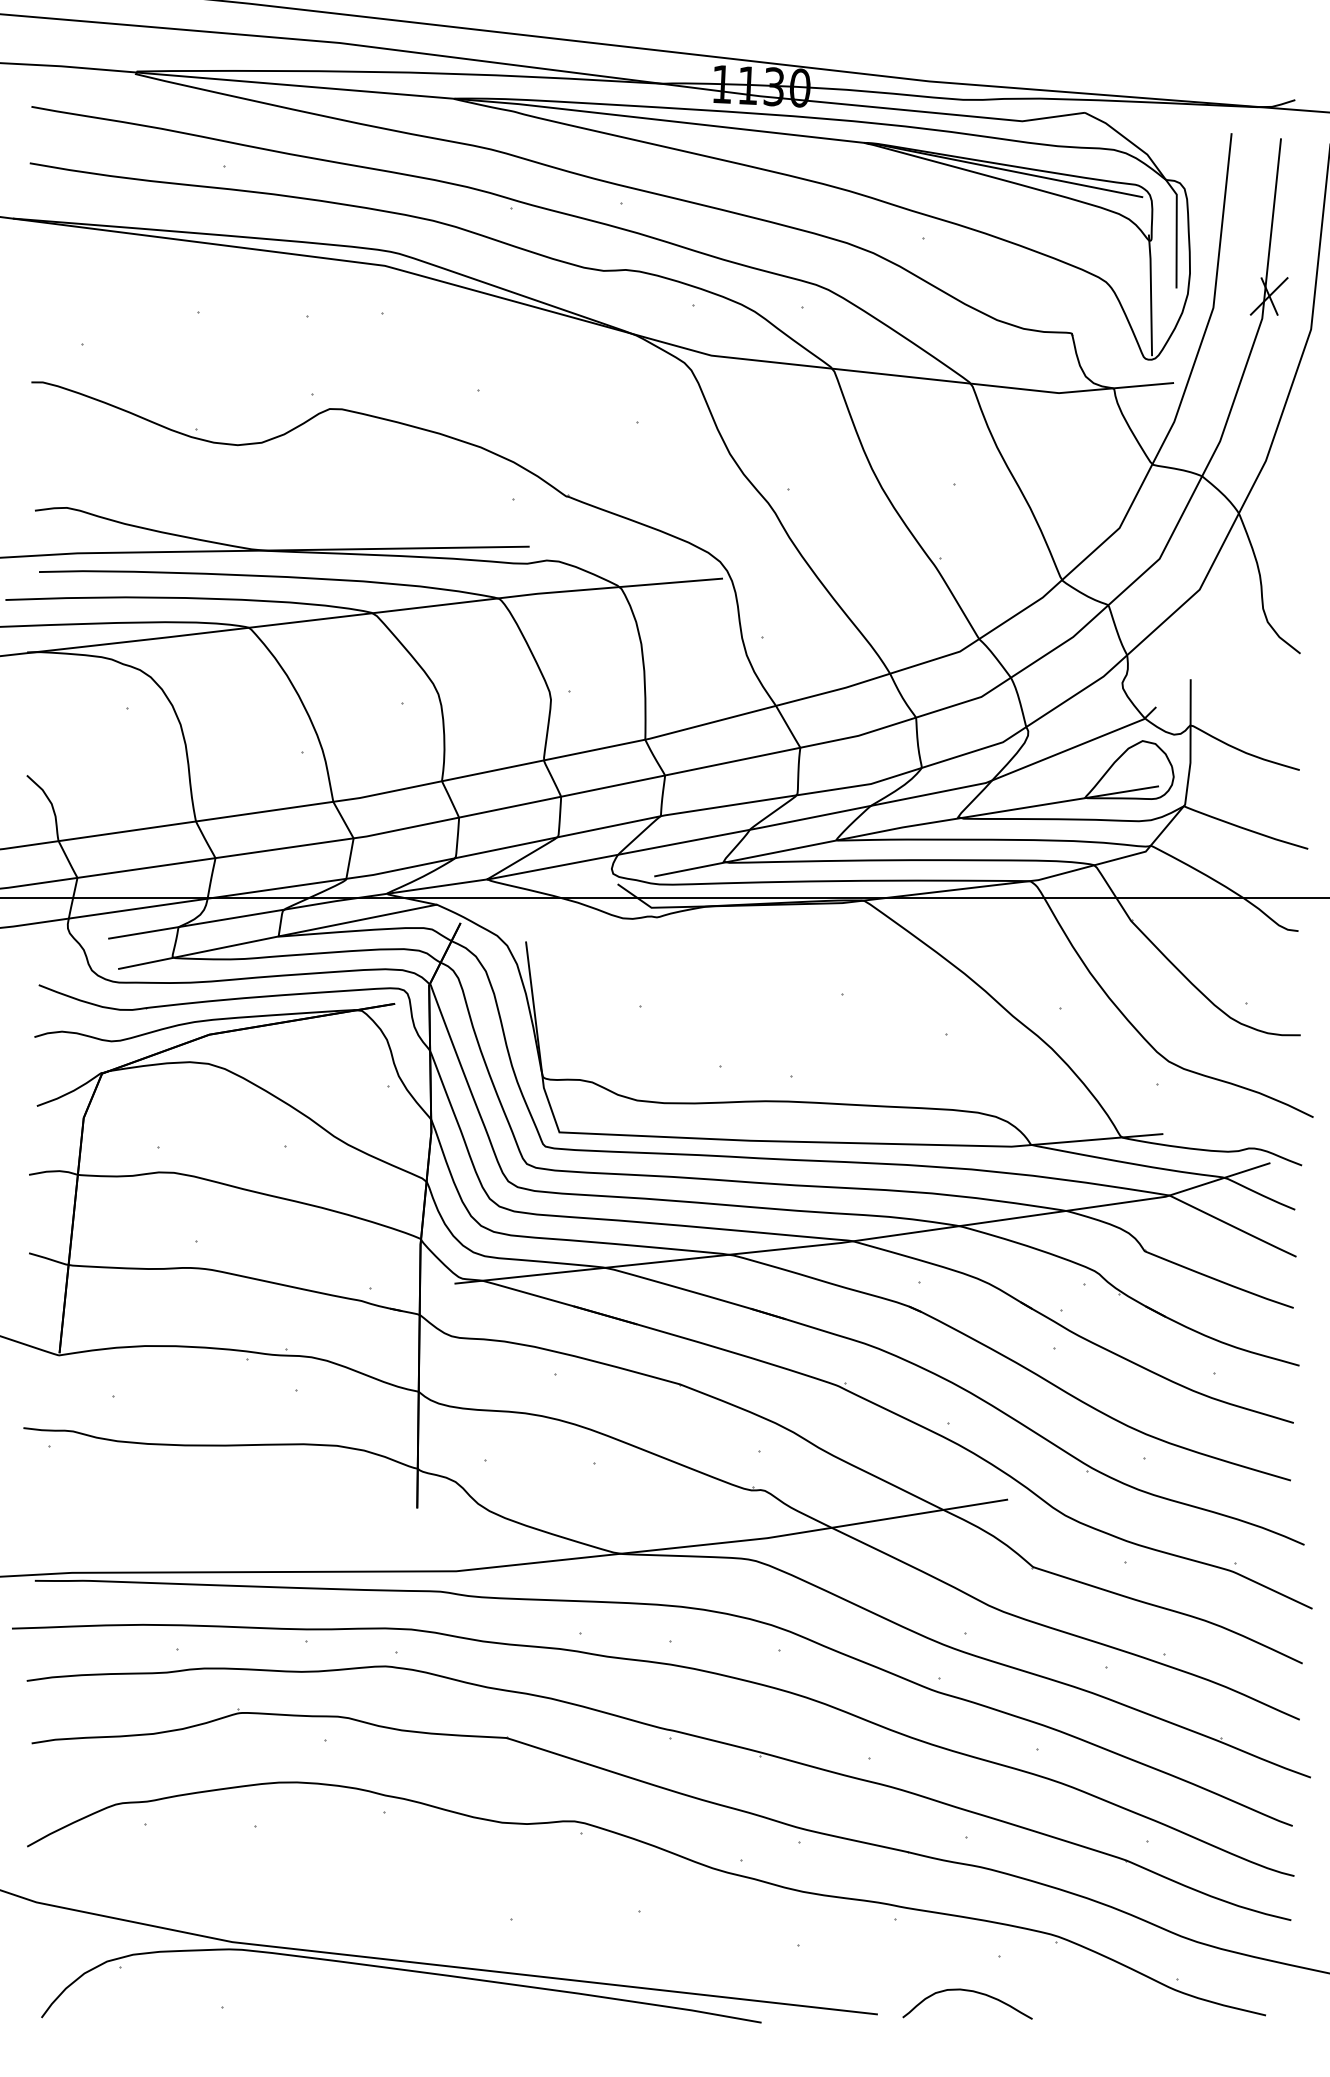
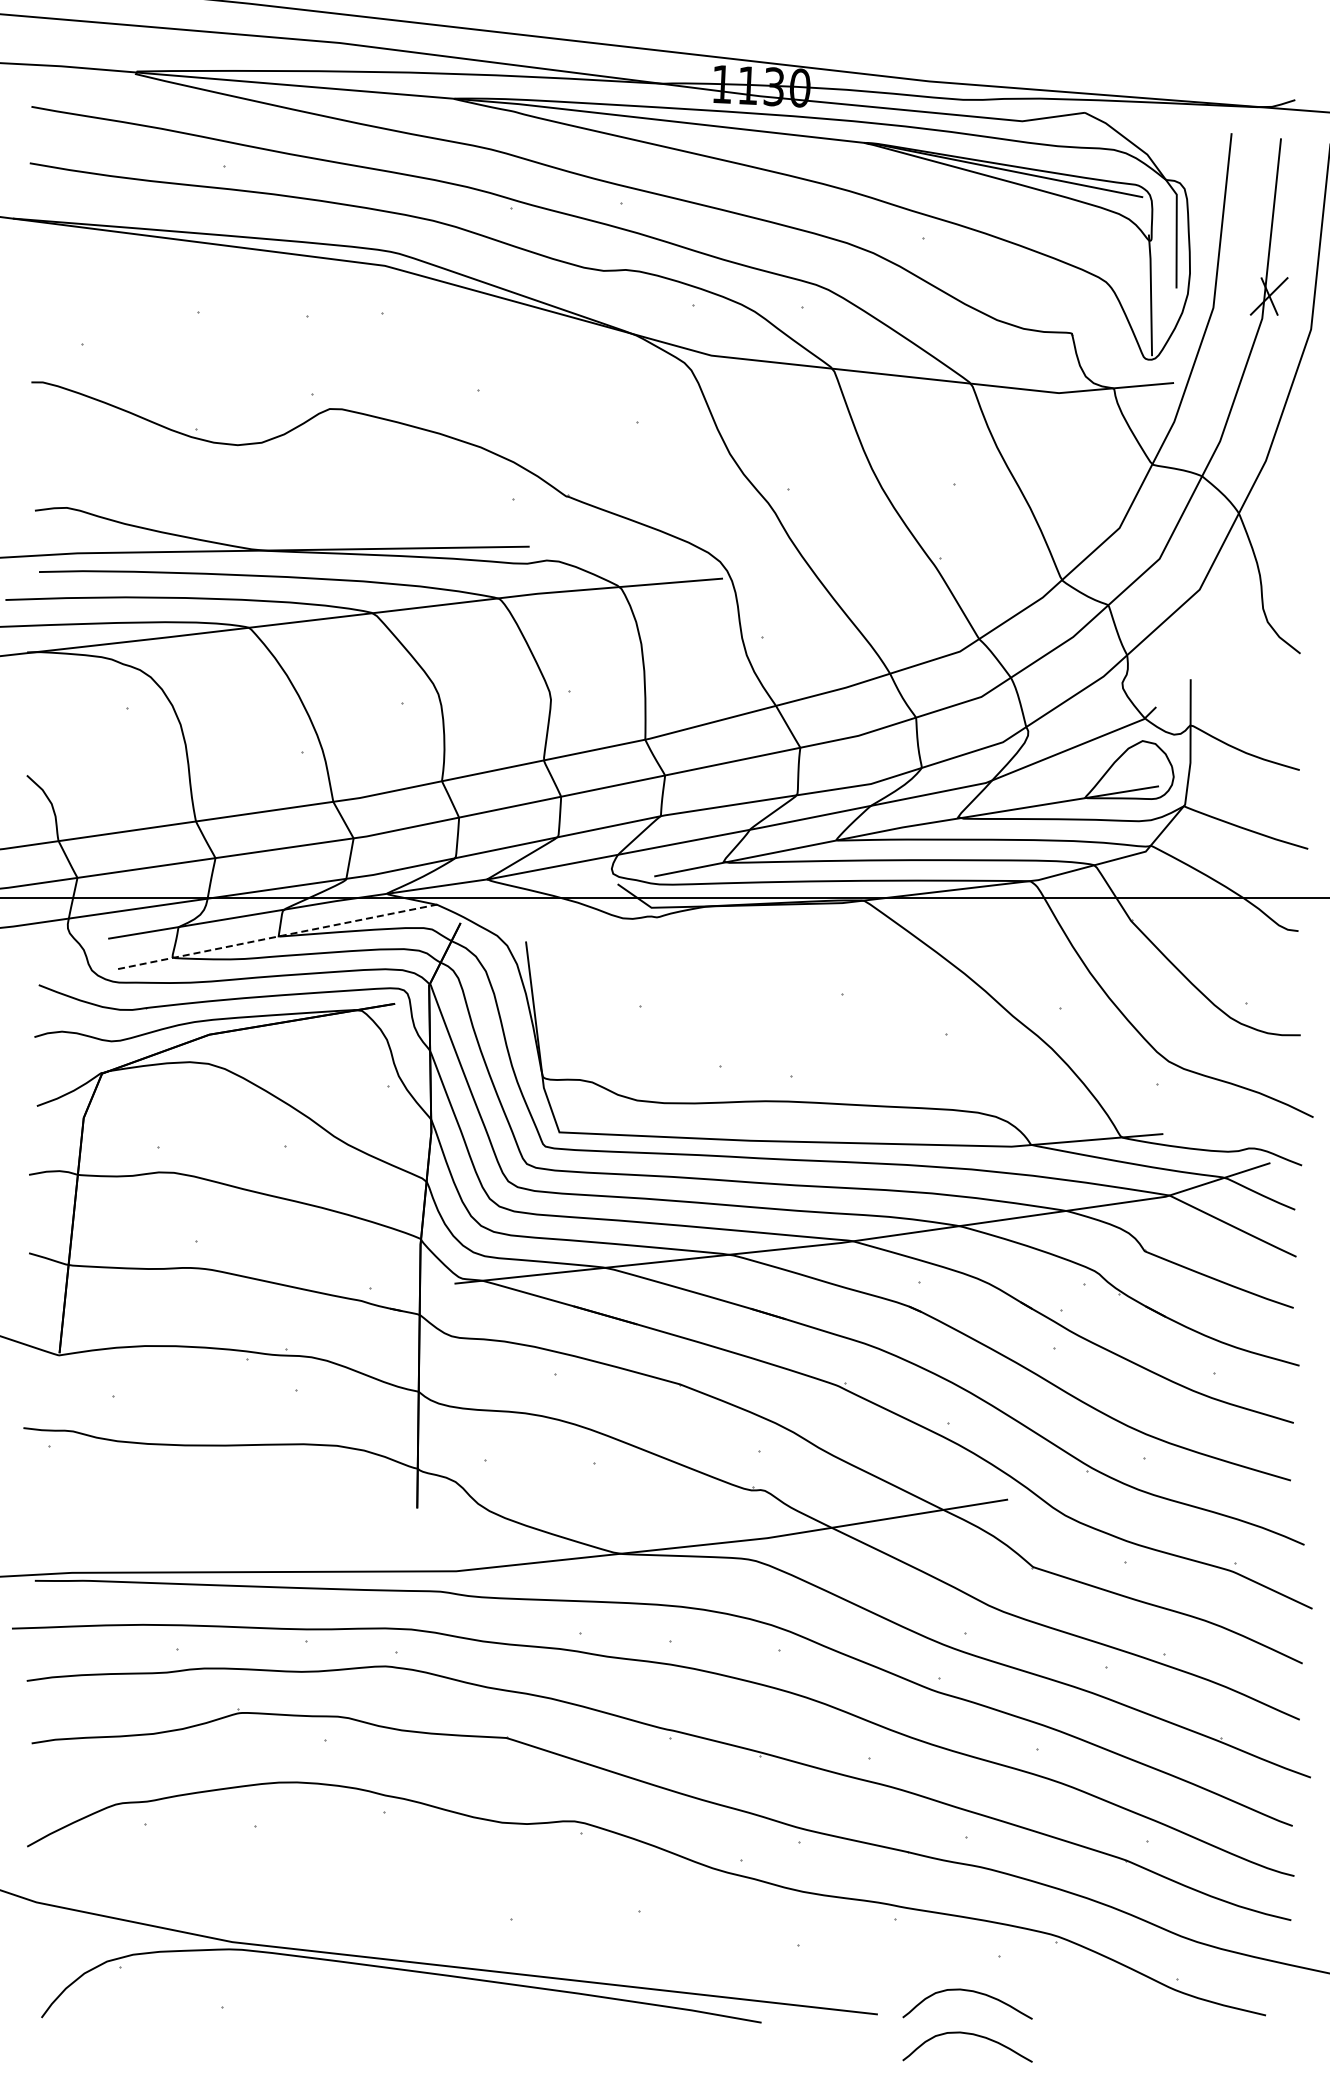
line at (278, 936): solid -> dashed
curve at (967, 2034): none -> present
